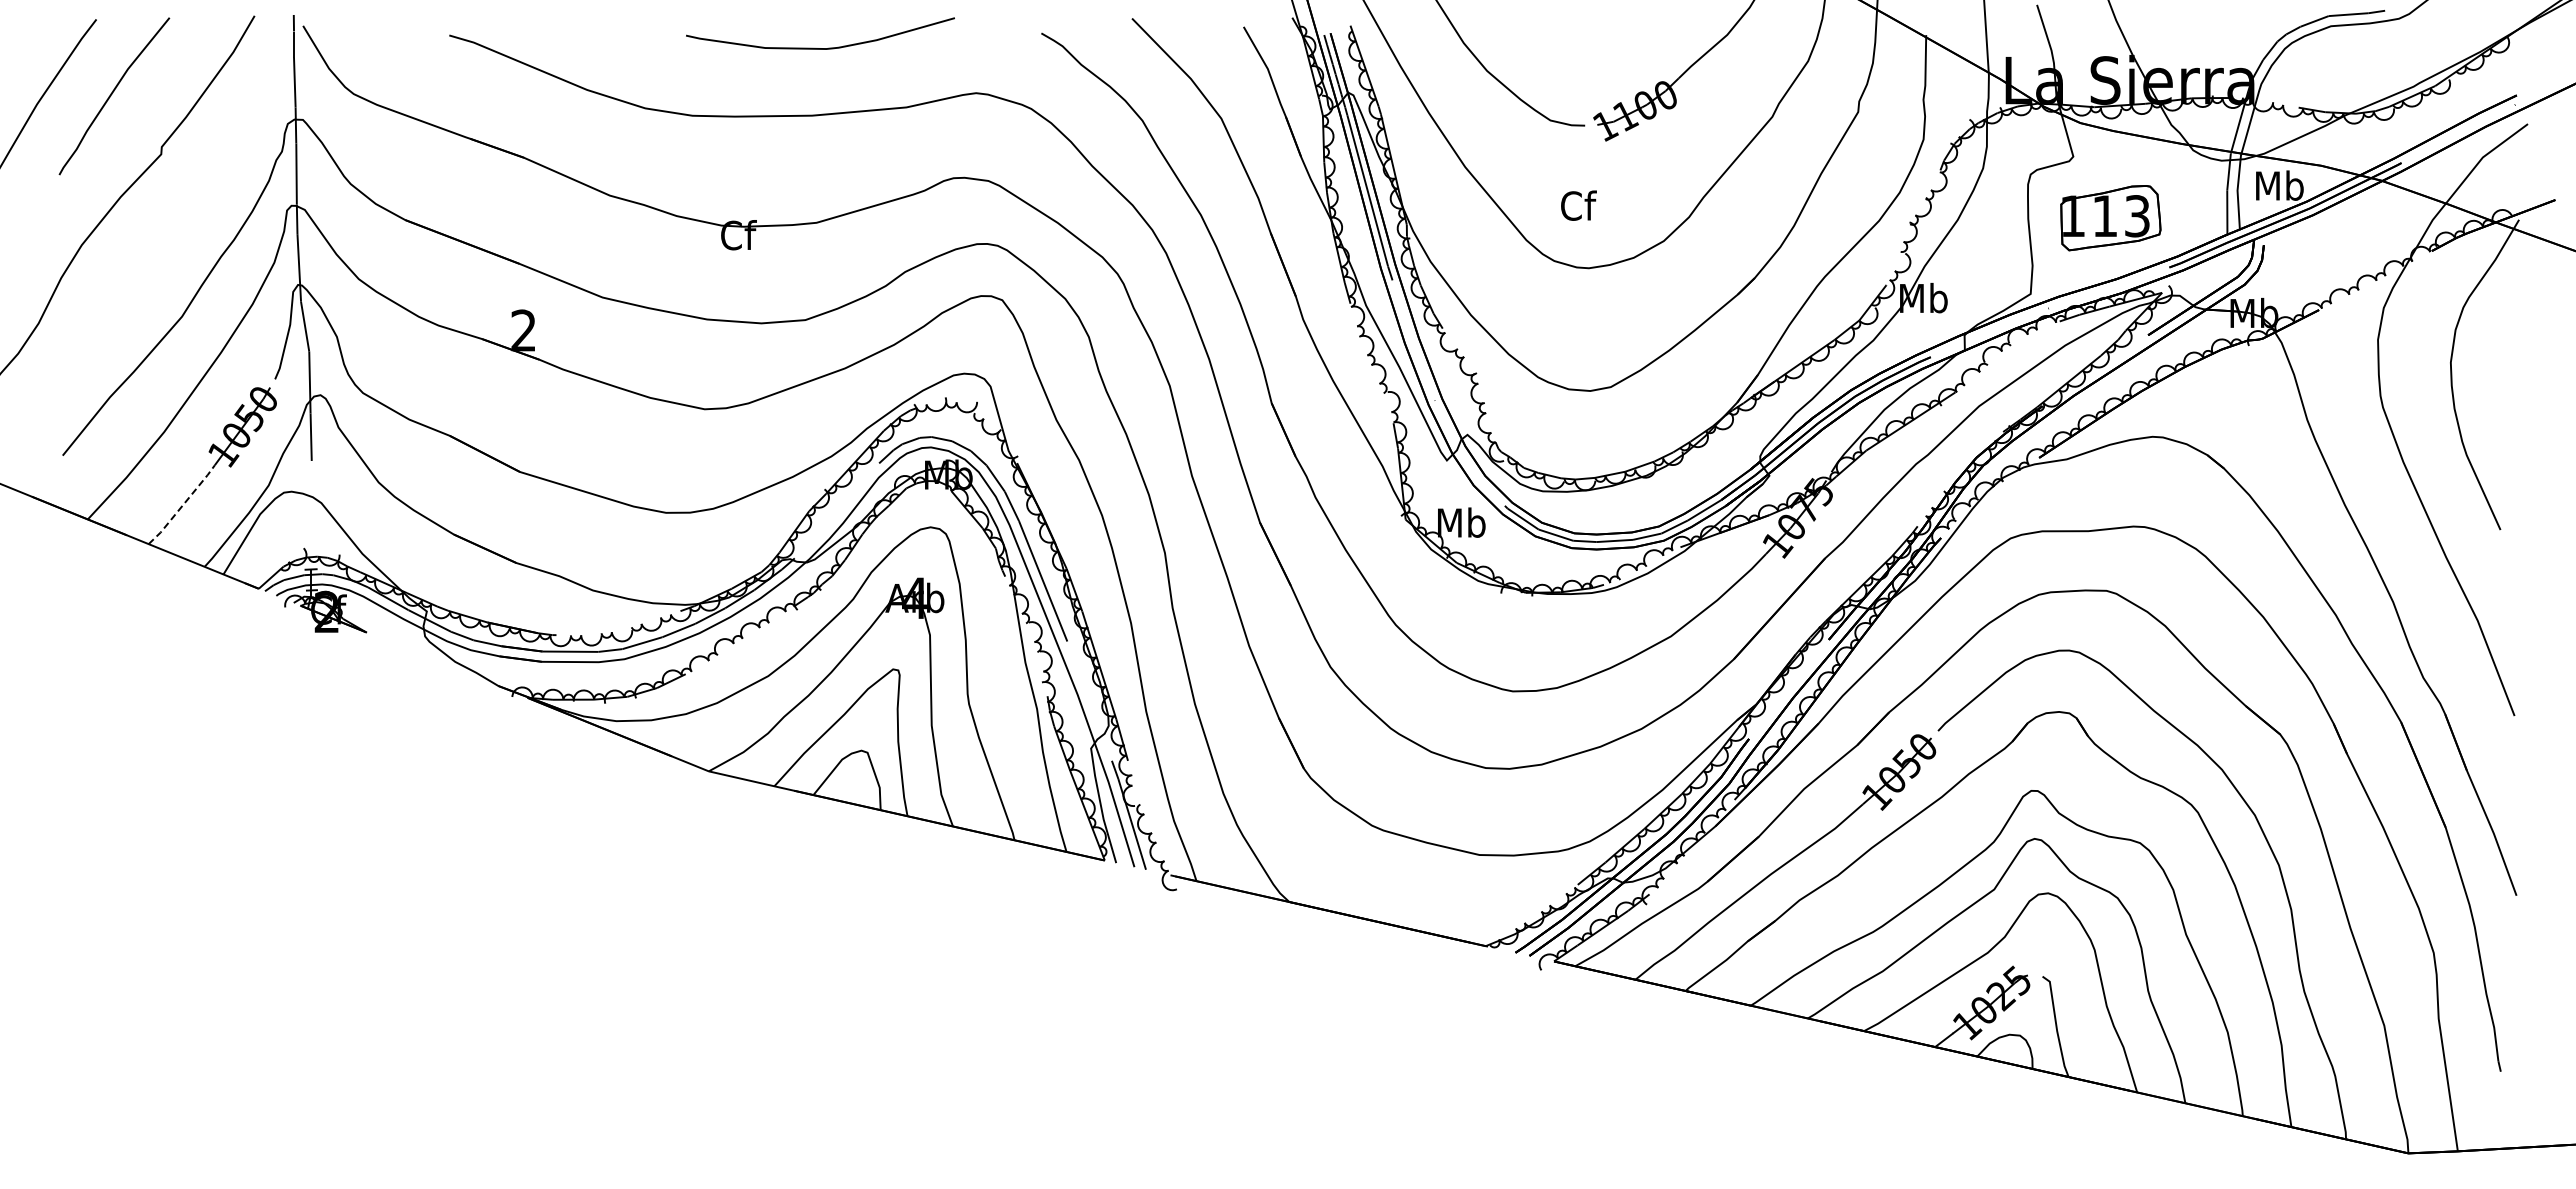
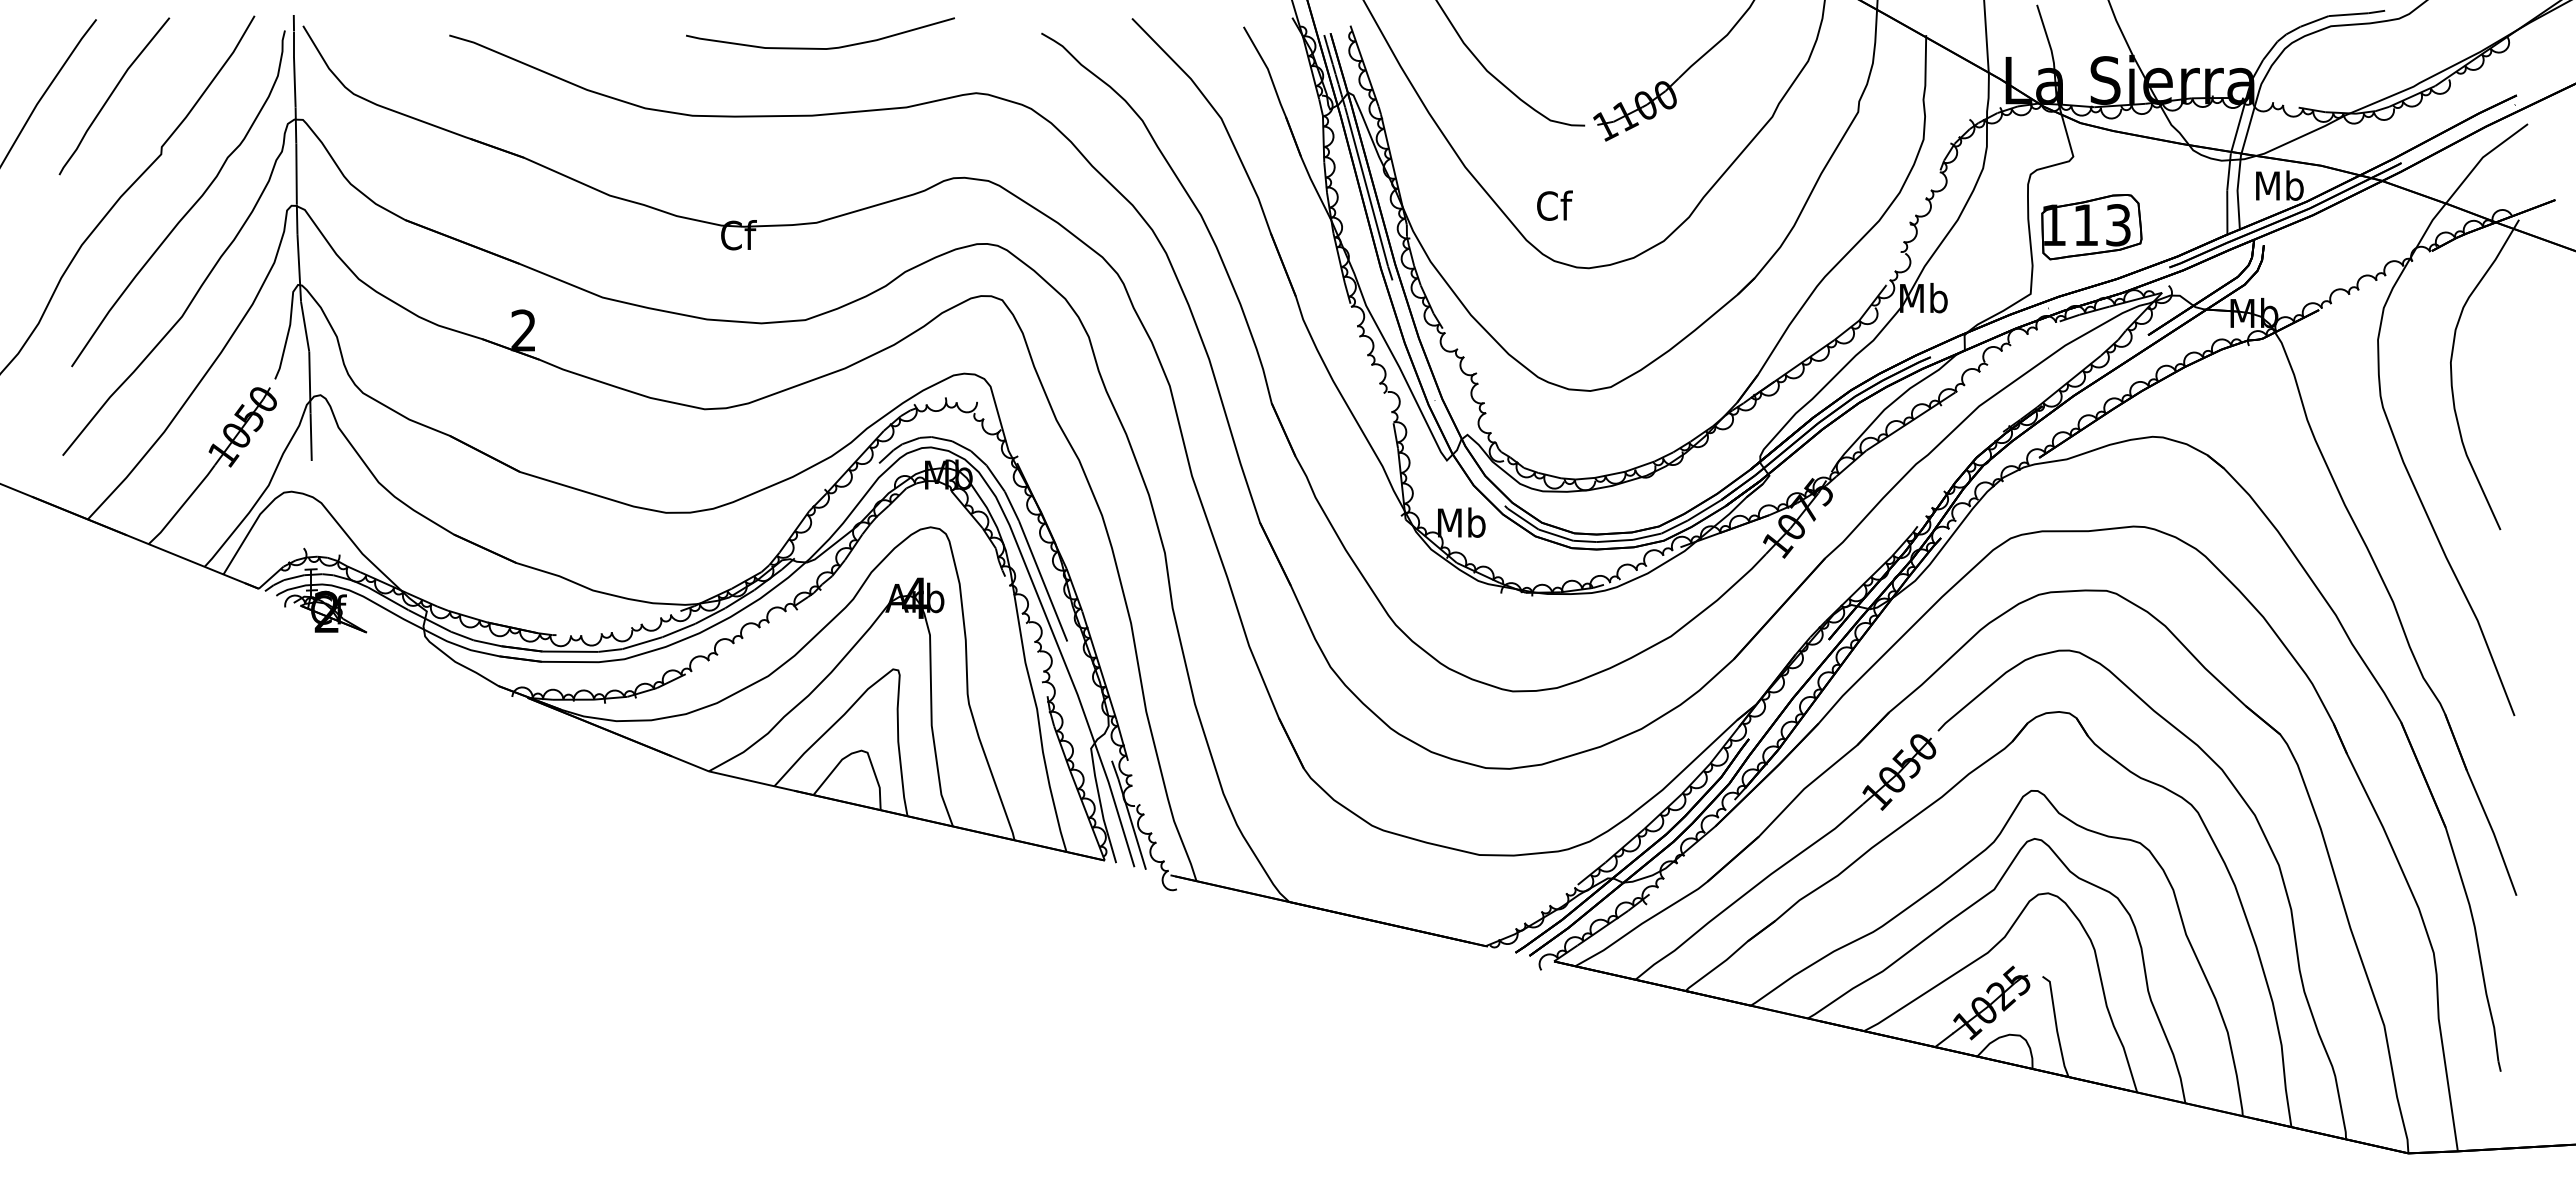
text at (1578, 205) position: (1578, 205) -> (1554, 205)
curve at (189, 208): none -> present
part at (2110, 218) position: (2110, 218) -> (2091, 227)
line at (183, 505): dashed -> solid
